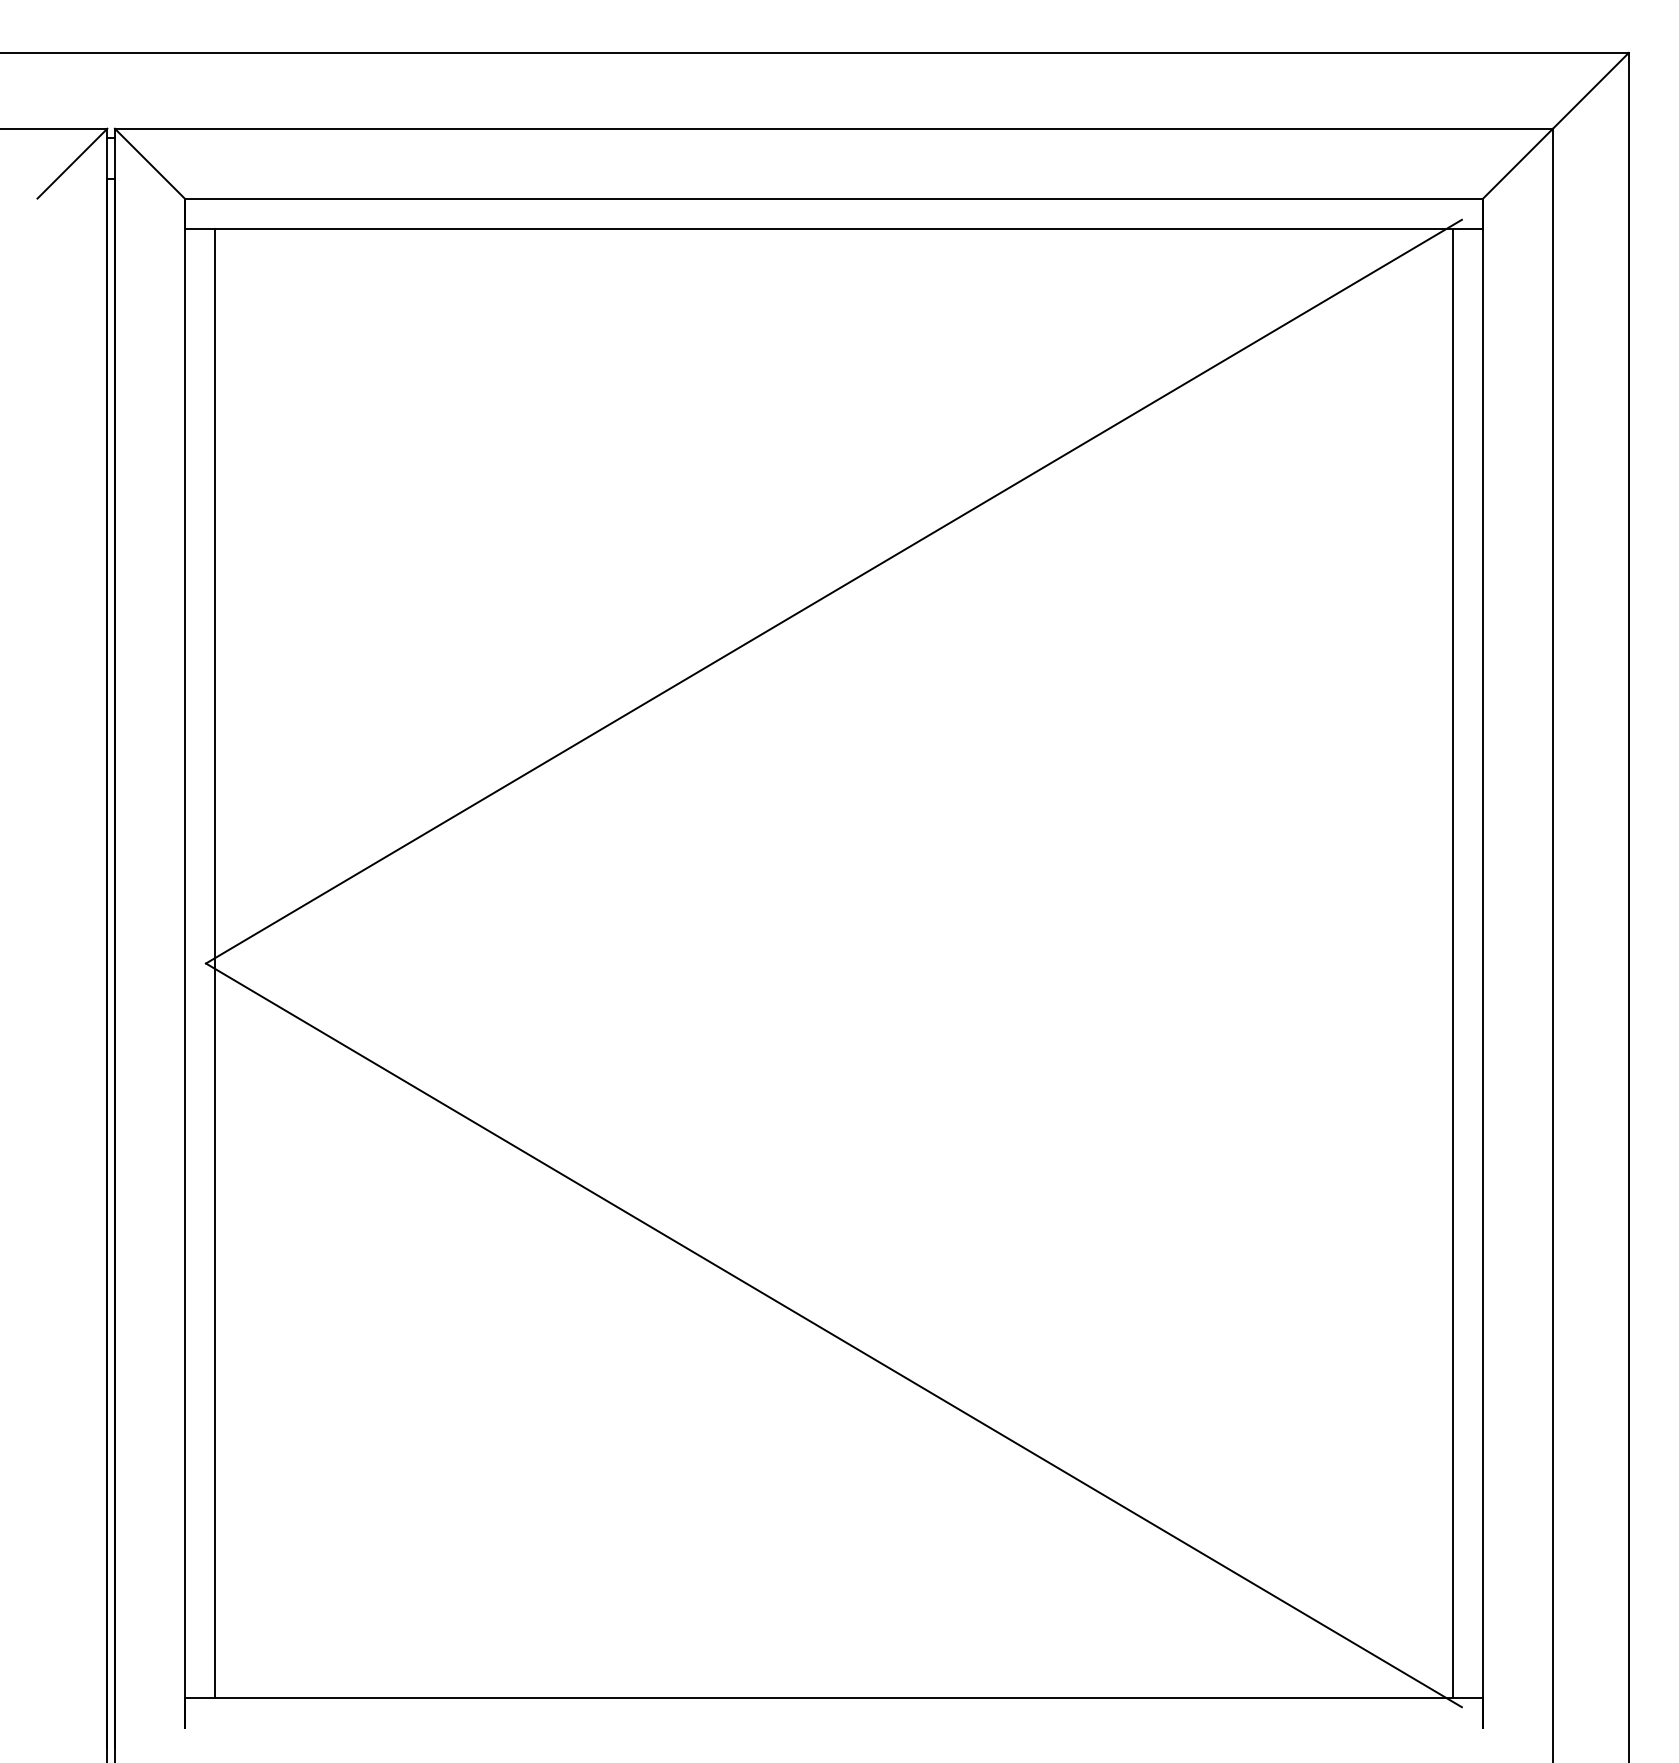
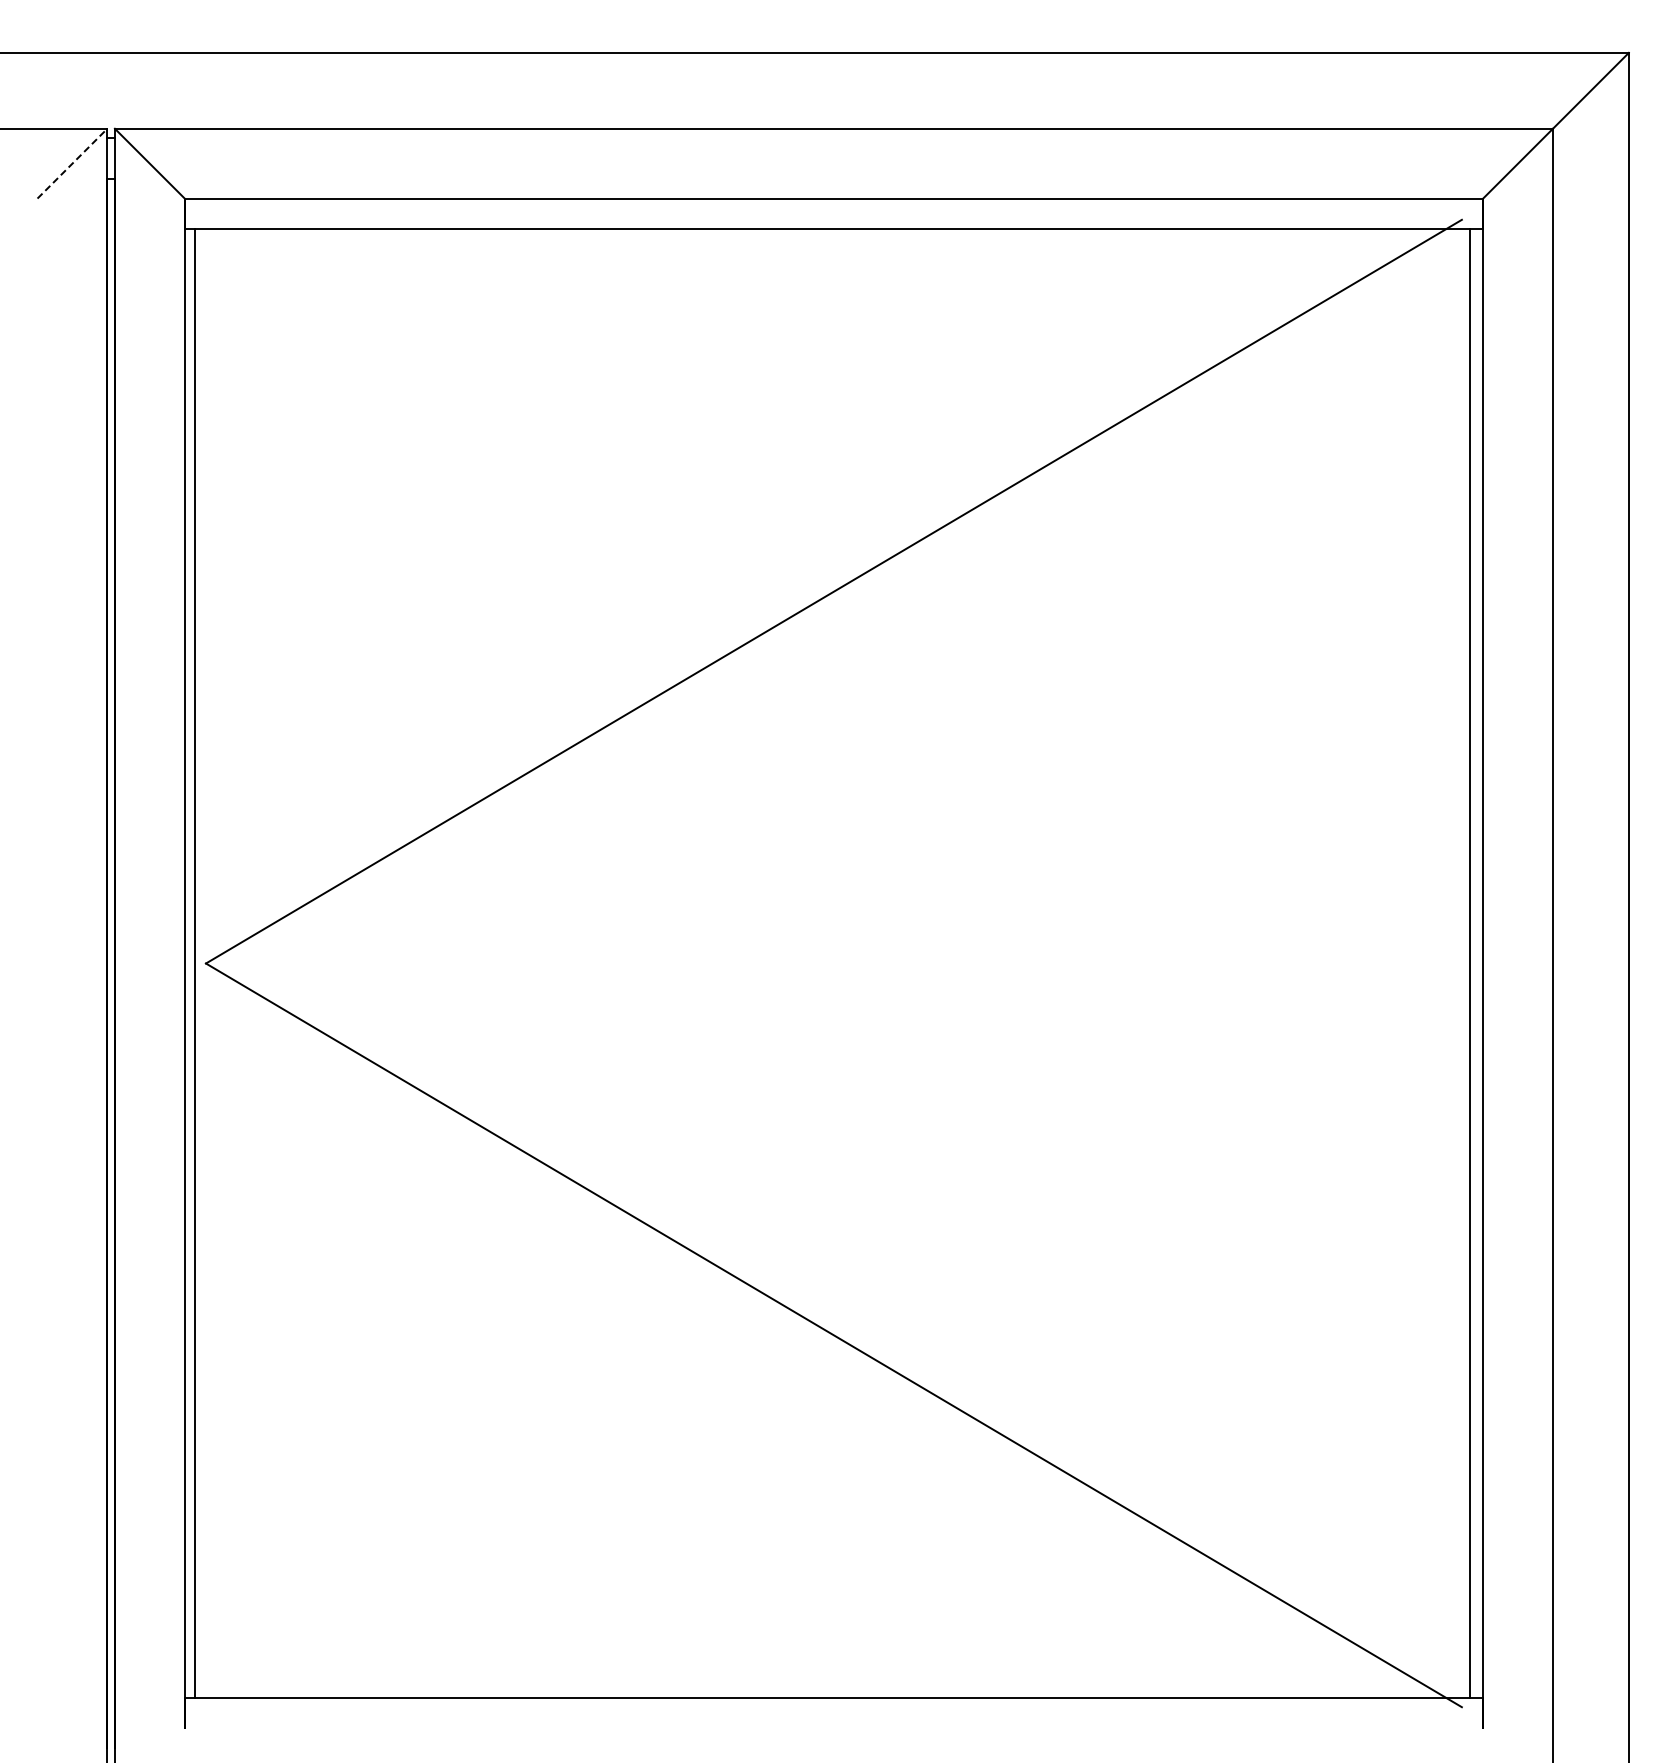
line at (72, 163): solid -> dashed
line at (215, 963) position: (215, 963) -> (195, 963)
line at (1452, 963) position: (1452, 963) -> (1469, 963)
